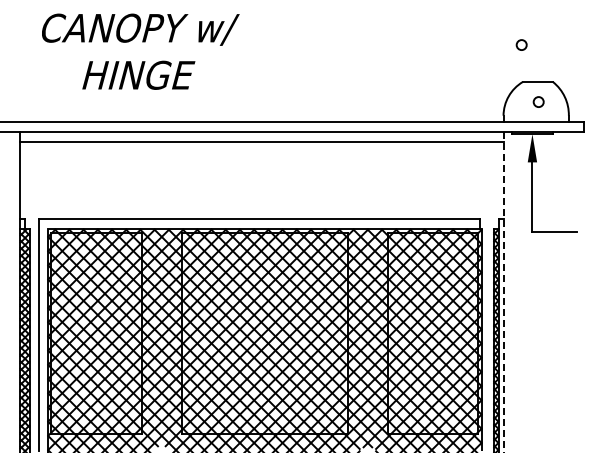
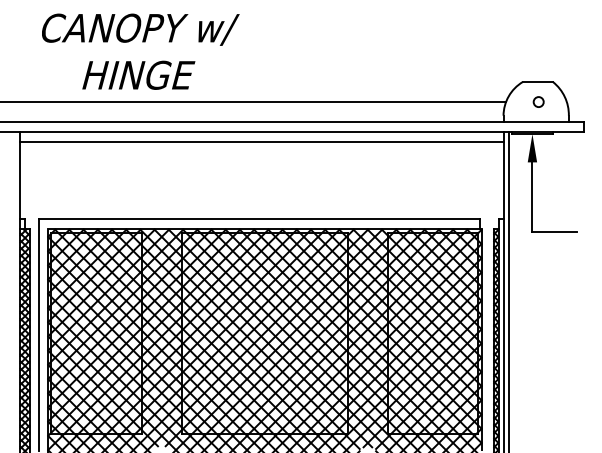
circle at (521, 44): present -> none
line at (254, 102): none -> present
line at (508, 290): none -> present
line at (503, 292): dashed -> solid
